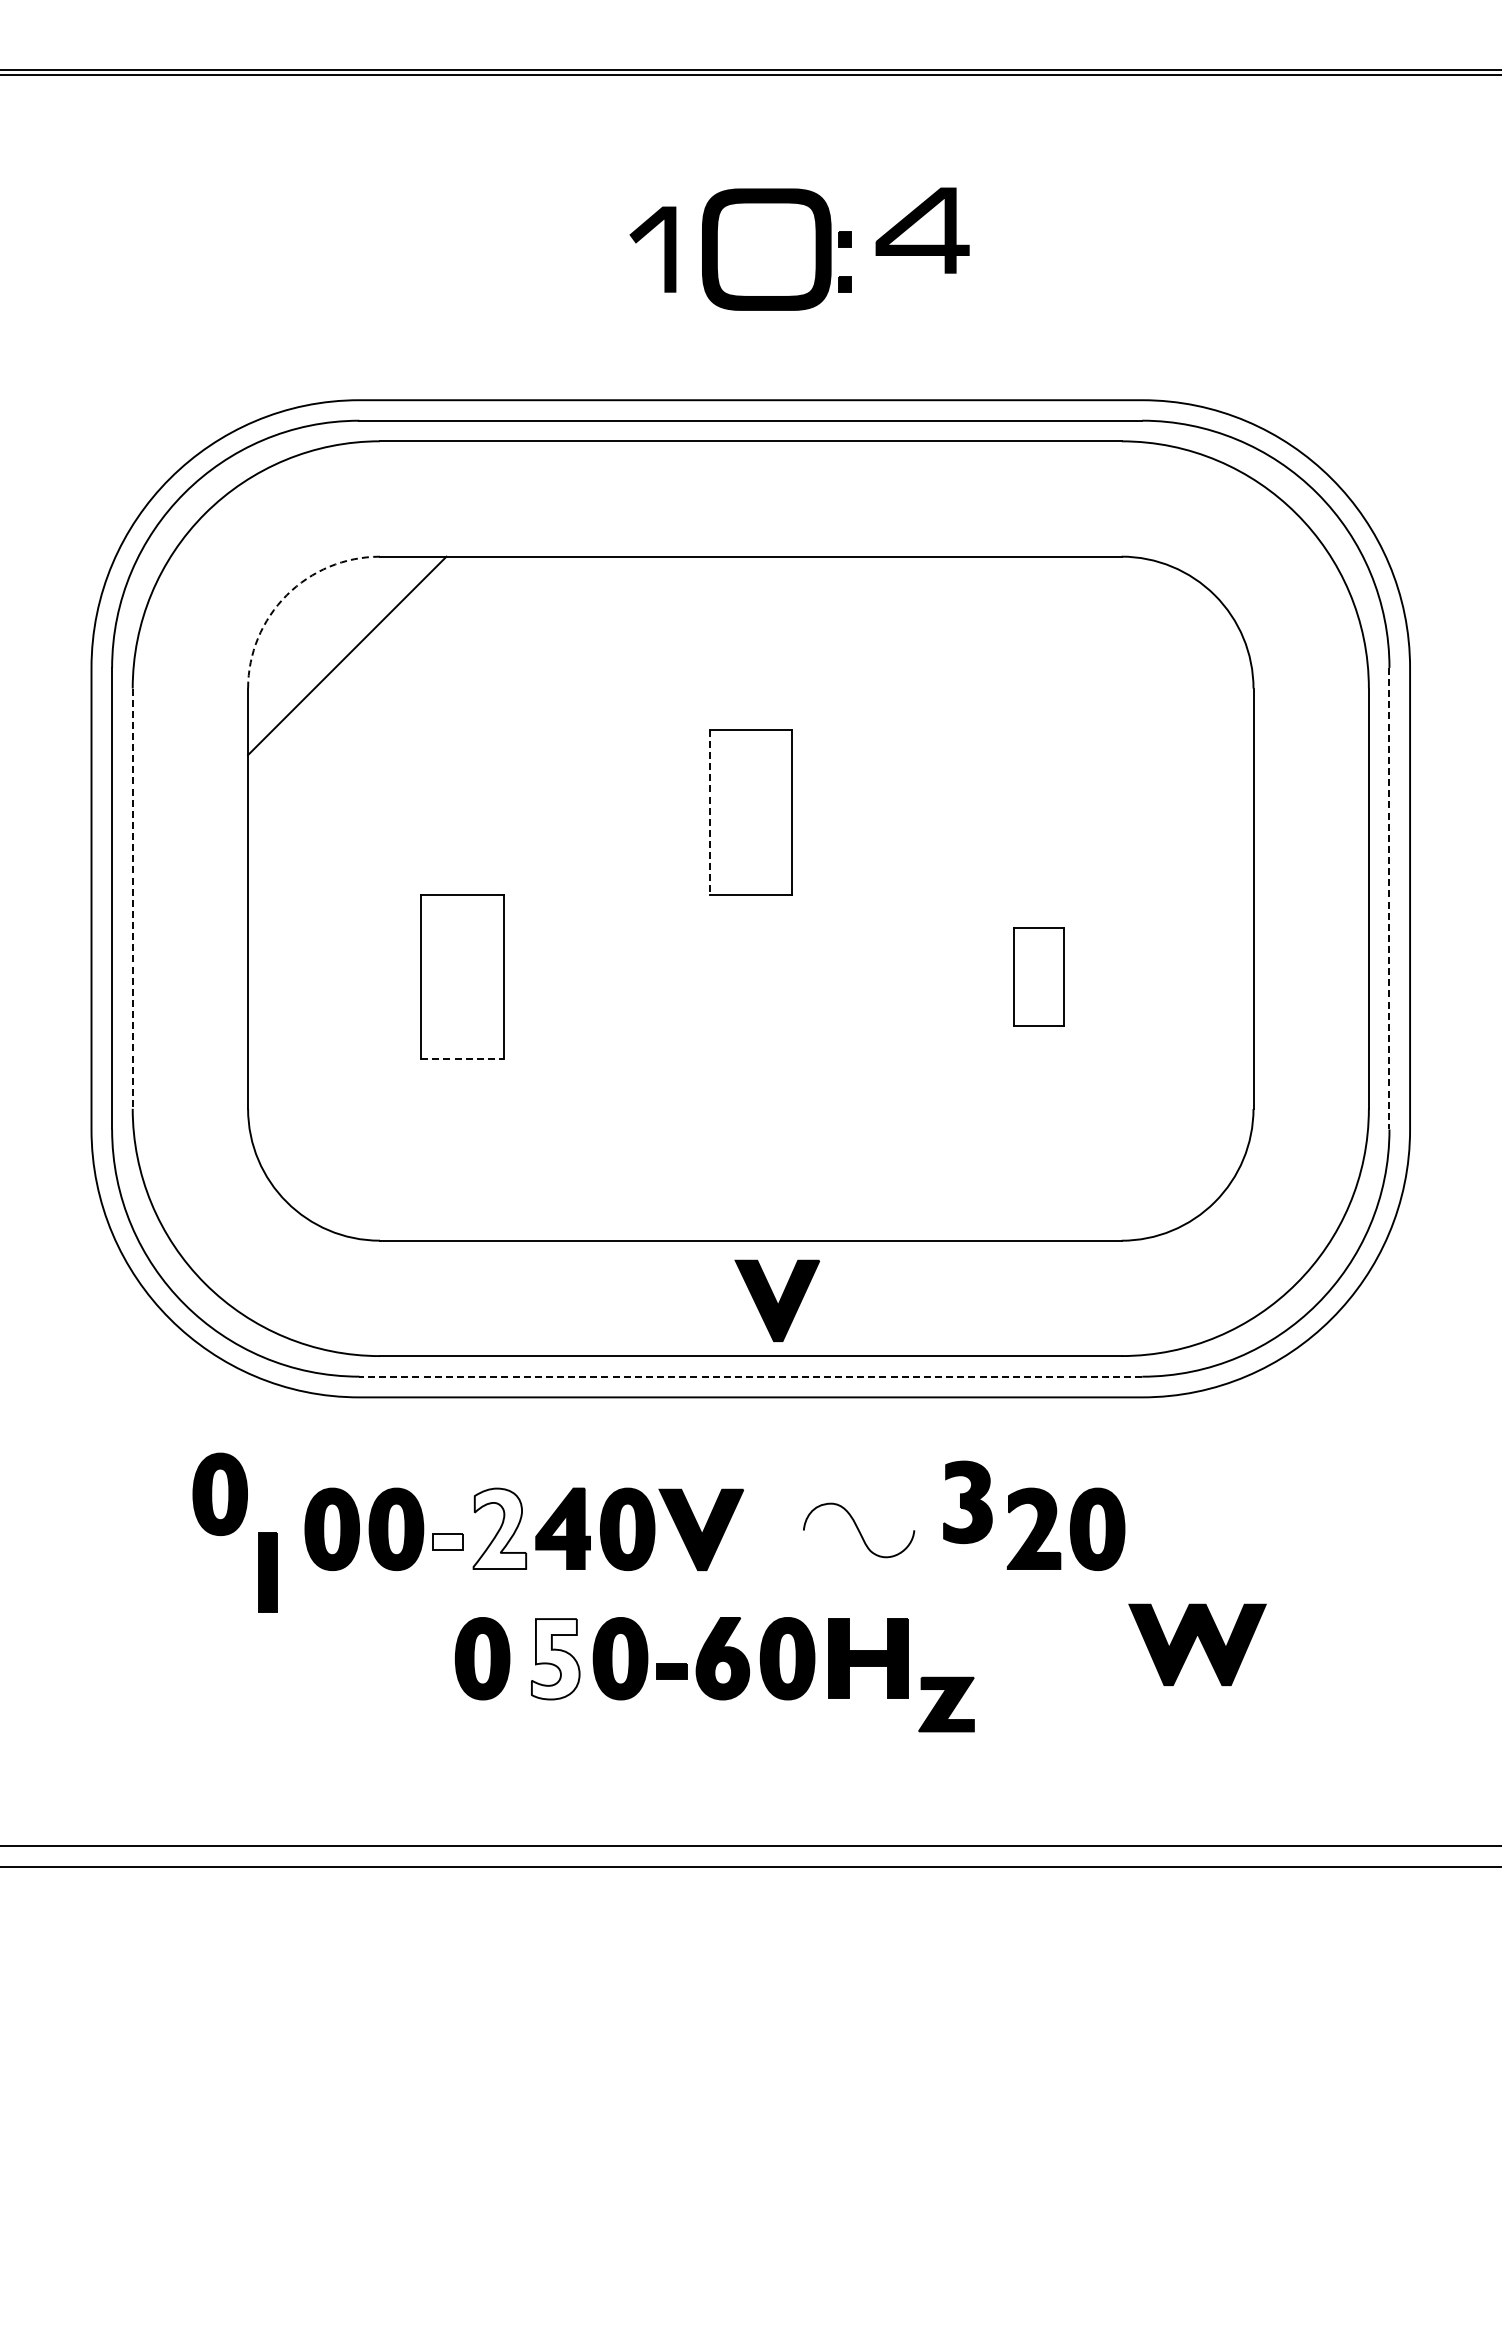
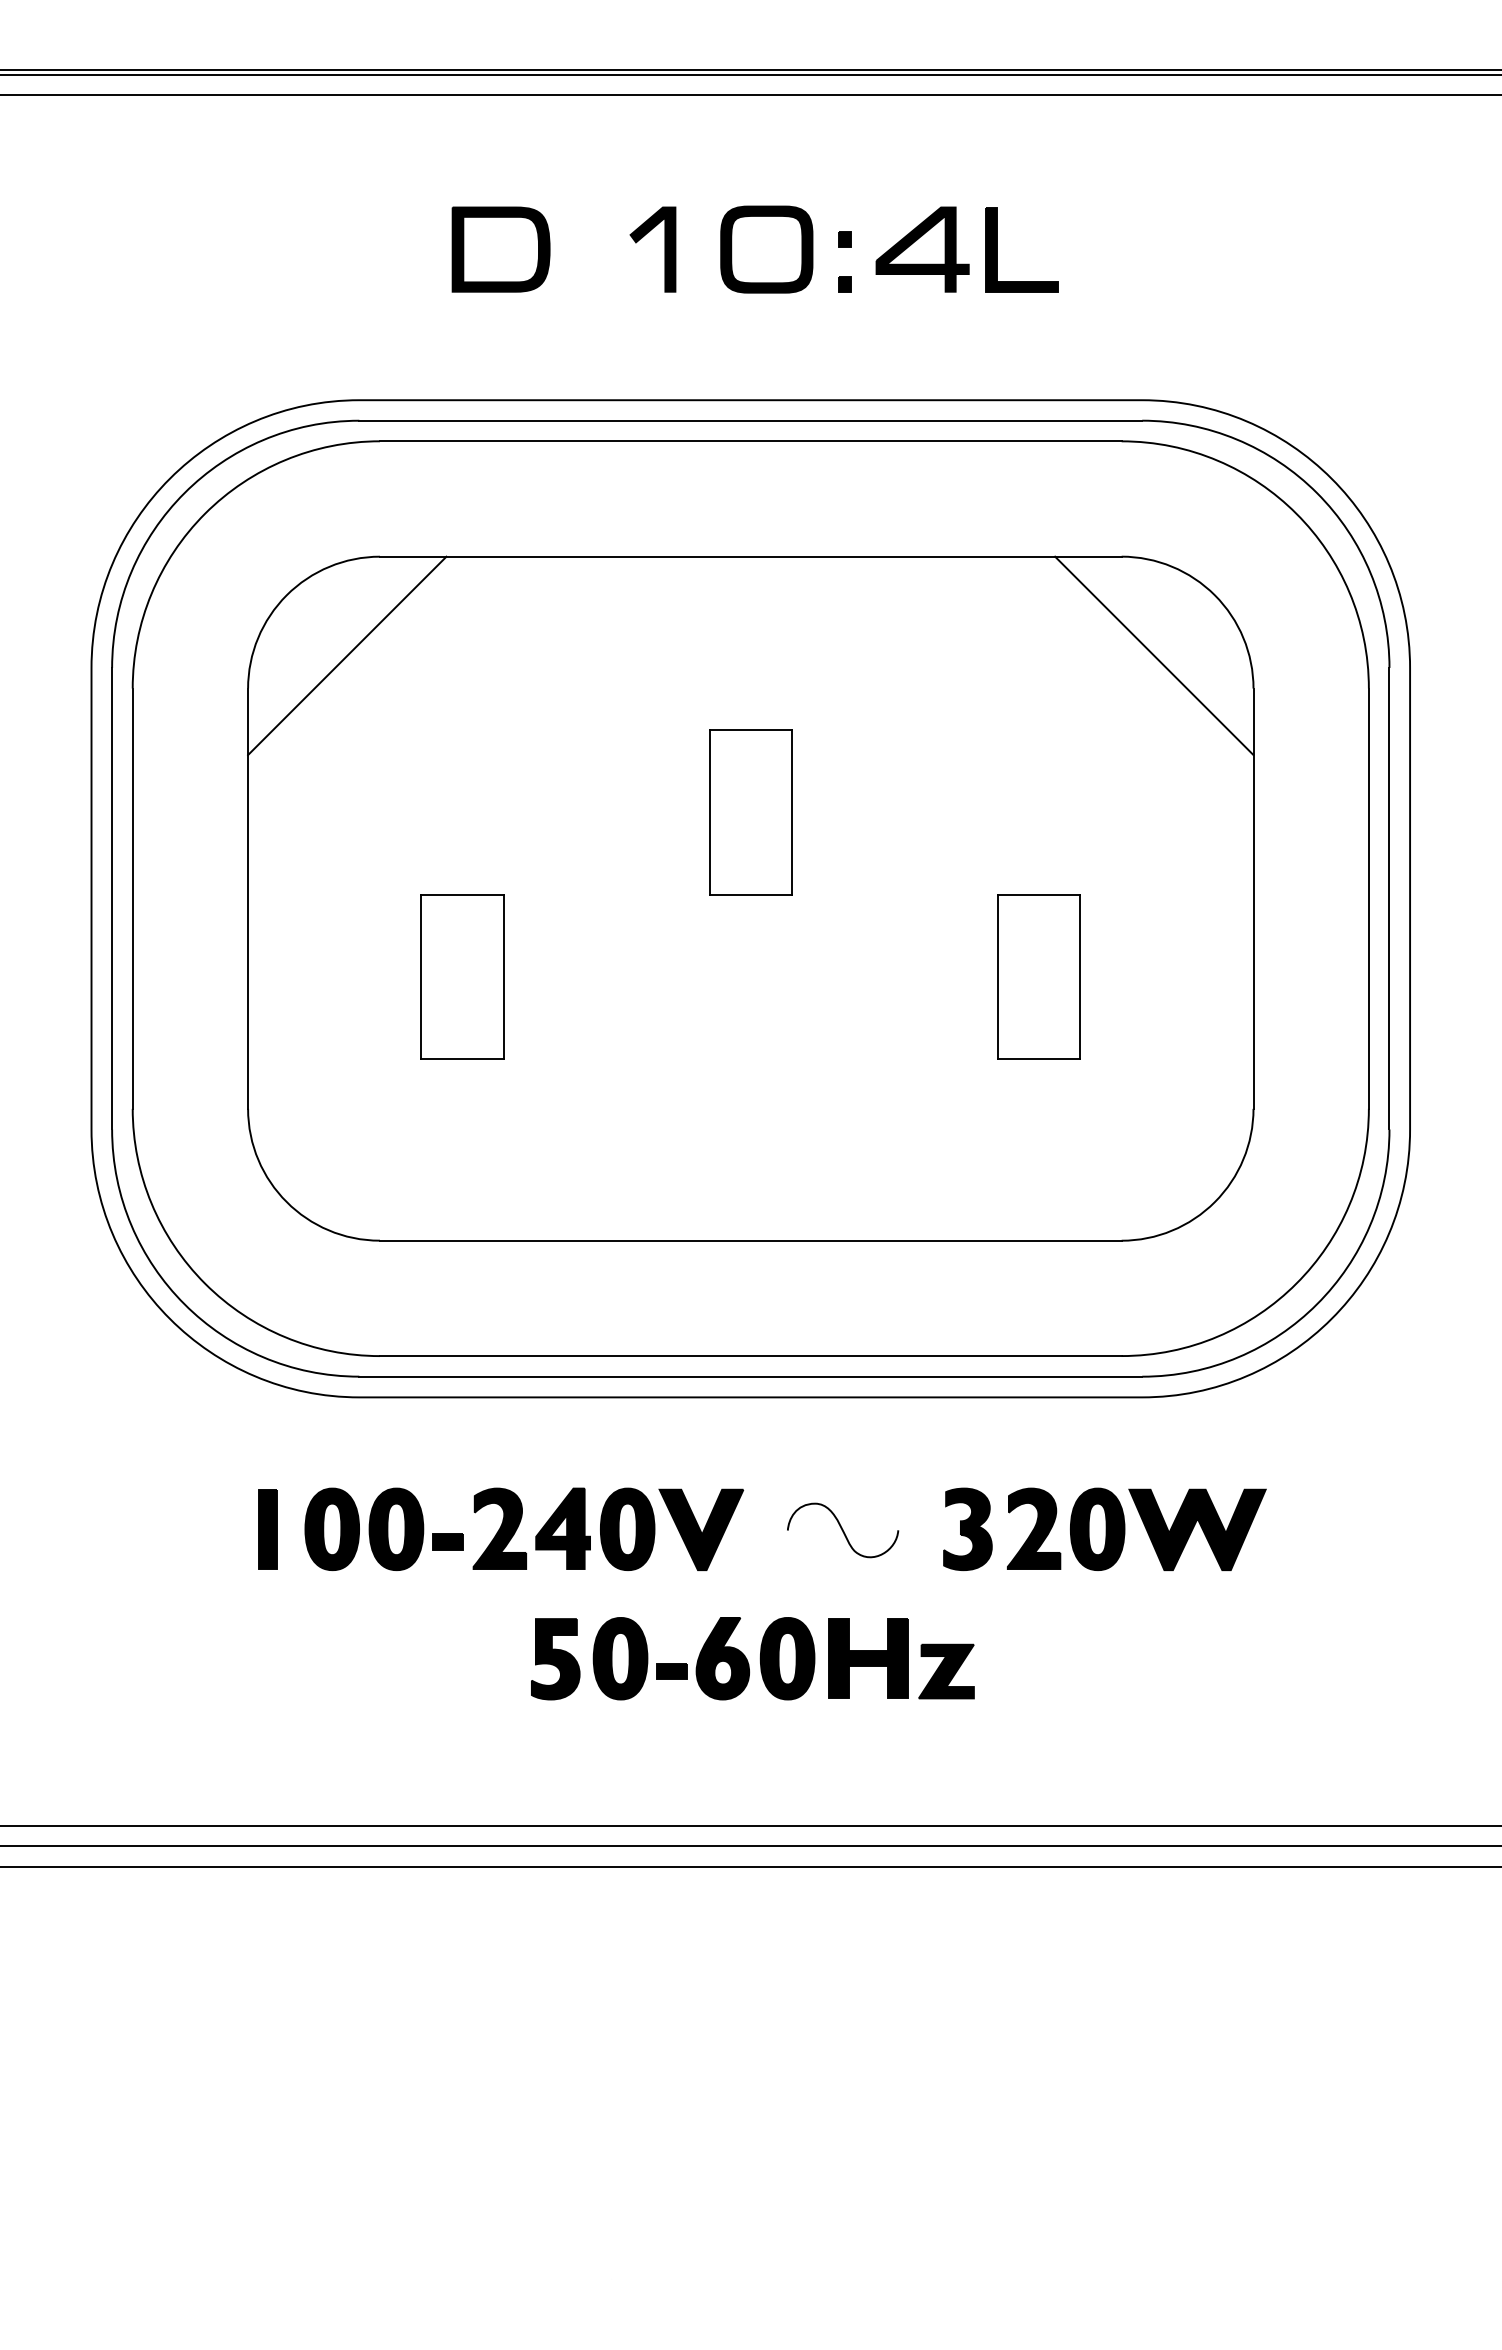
line at (750, 95): none -> present
part at (922, 230) position: (922, 230) -> (922, 249)
part at (500, 249): none -> present
part at (766, 249) size: 130x123 px -> 94x89 px
part at (997, 249): none -> present
arc at (286, 595): dashed -> solid
line at (1154, 655): none -> present
line at (709, 812): dashed -> solid
line at (1389, 898): dashed -> solid
line at (132, 899): dashed -> solid
part at (1038, 976) size: 52x100 px -> 84x166 px
line at (462, 1059): dashed -> solid
part at (777, 1300): present -> none
line at (750, 1376): dashed -> solid
part at (219, 1493): present -> none
part at (967, 1501) position: (967, 1501) -> (967, 1528)
fill at (499, 1528): none -> present
curve at (859, 1530) position: (859, 1530) -> (843, 1530)
fill at (447, 1541): none -> present
part at (267, 1572) position: (267, 1572) -> (267, 1529)
part at (1197, 1644) position: (1197, 1644) -> (1197, 1529)
part at (482, 1658): present -> none
fill at (555, 1659): none -> present
part at (946, 1704) position: (946, 1704) -> (946, 1671)
line at (750, 1825): none -> present
